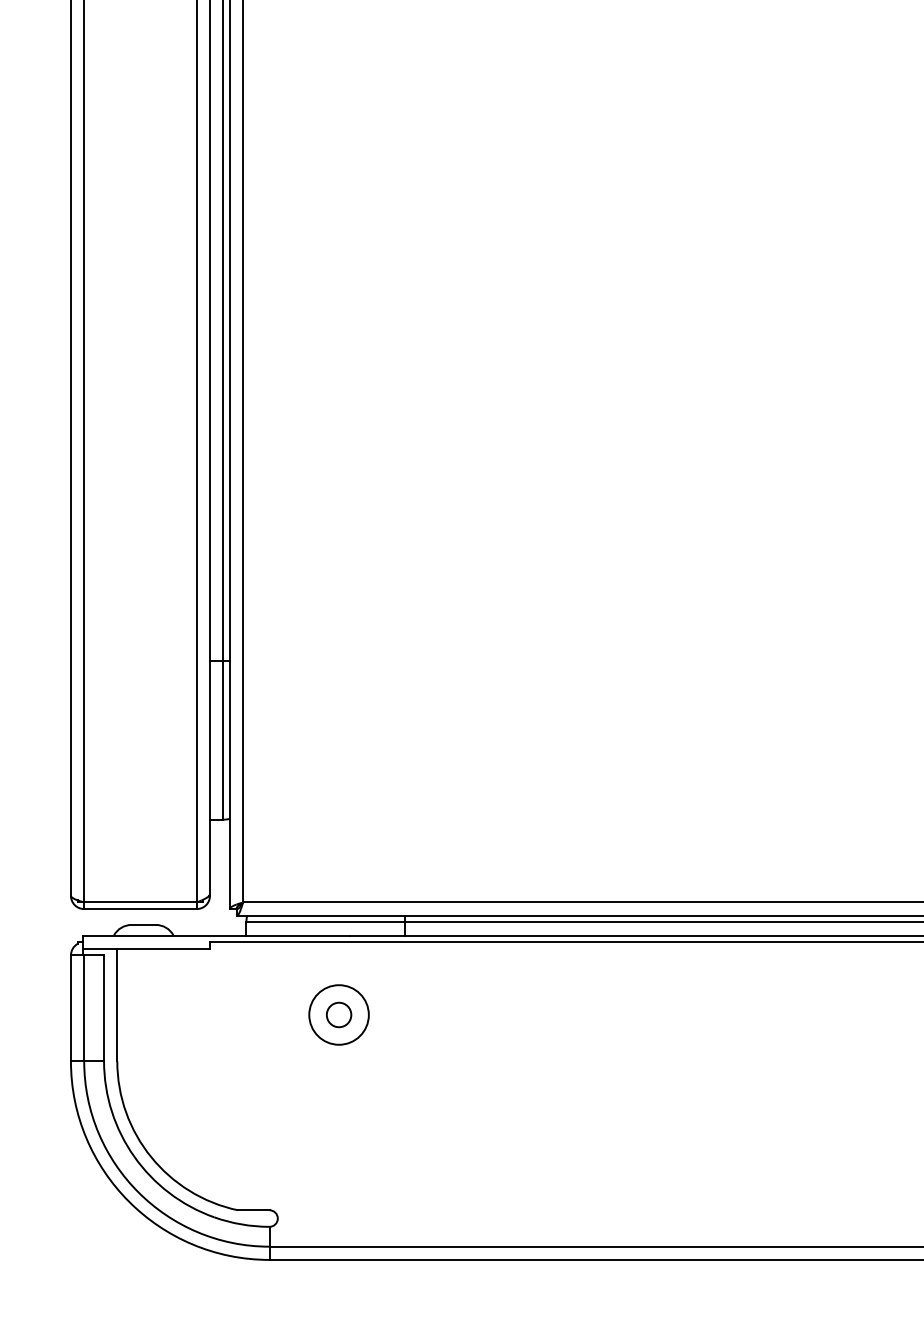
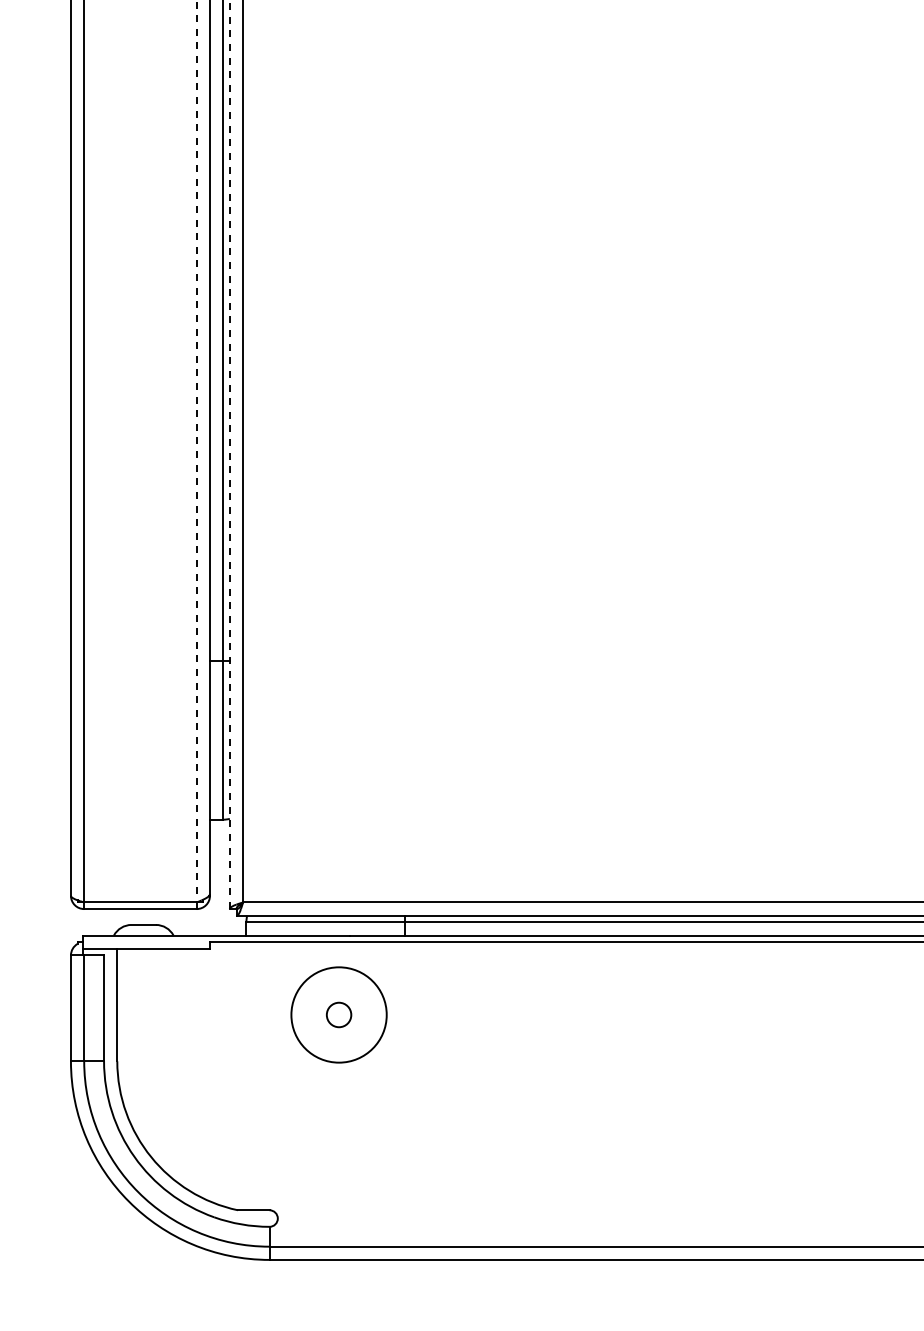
line at (196, 451): solid -> dashed
line at (229, 454): solid -> dashed
circle at (338, 1014) diameter: 60 px -> 95 px
